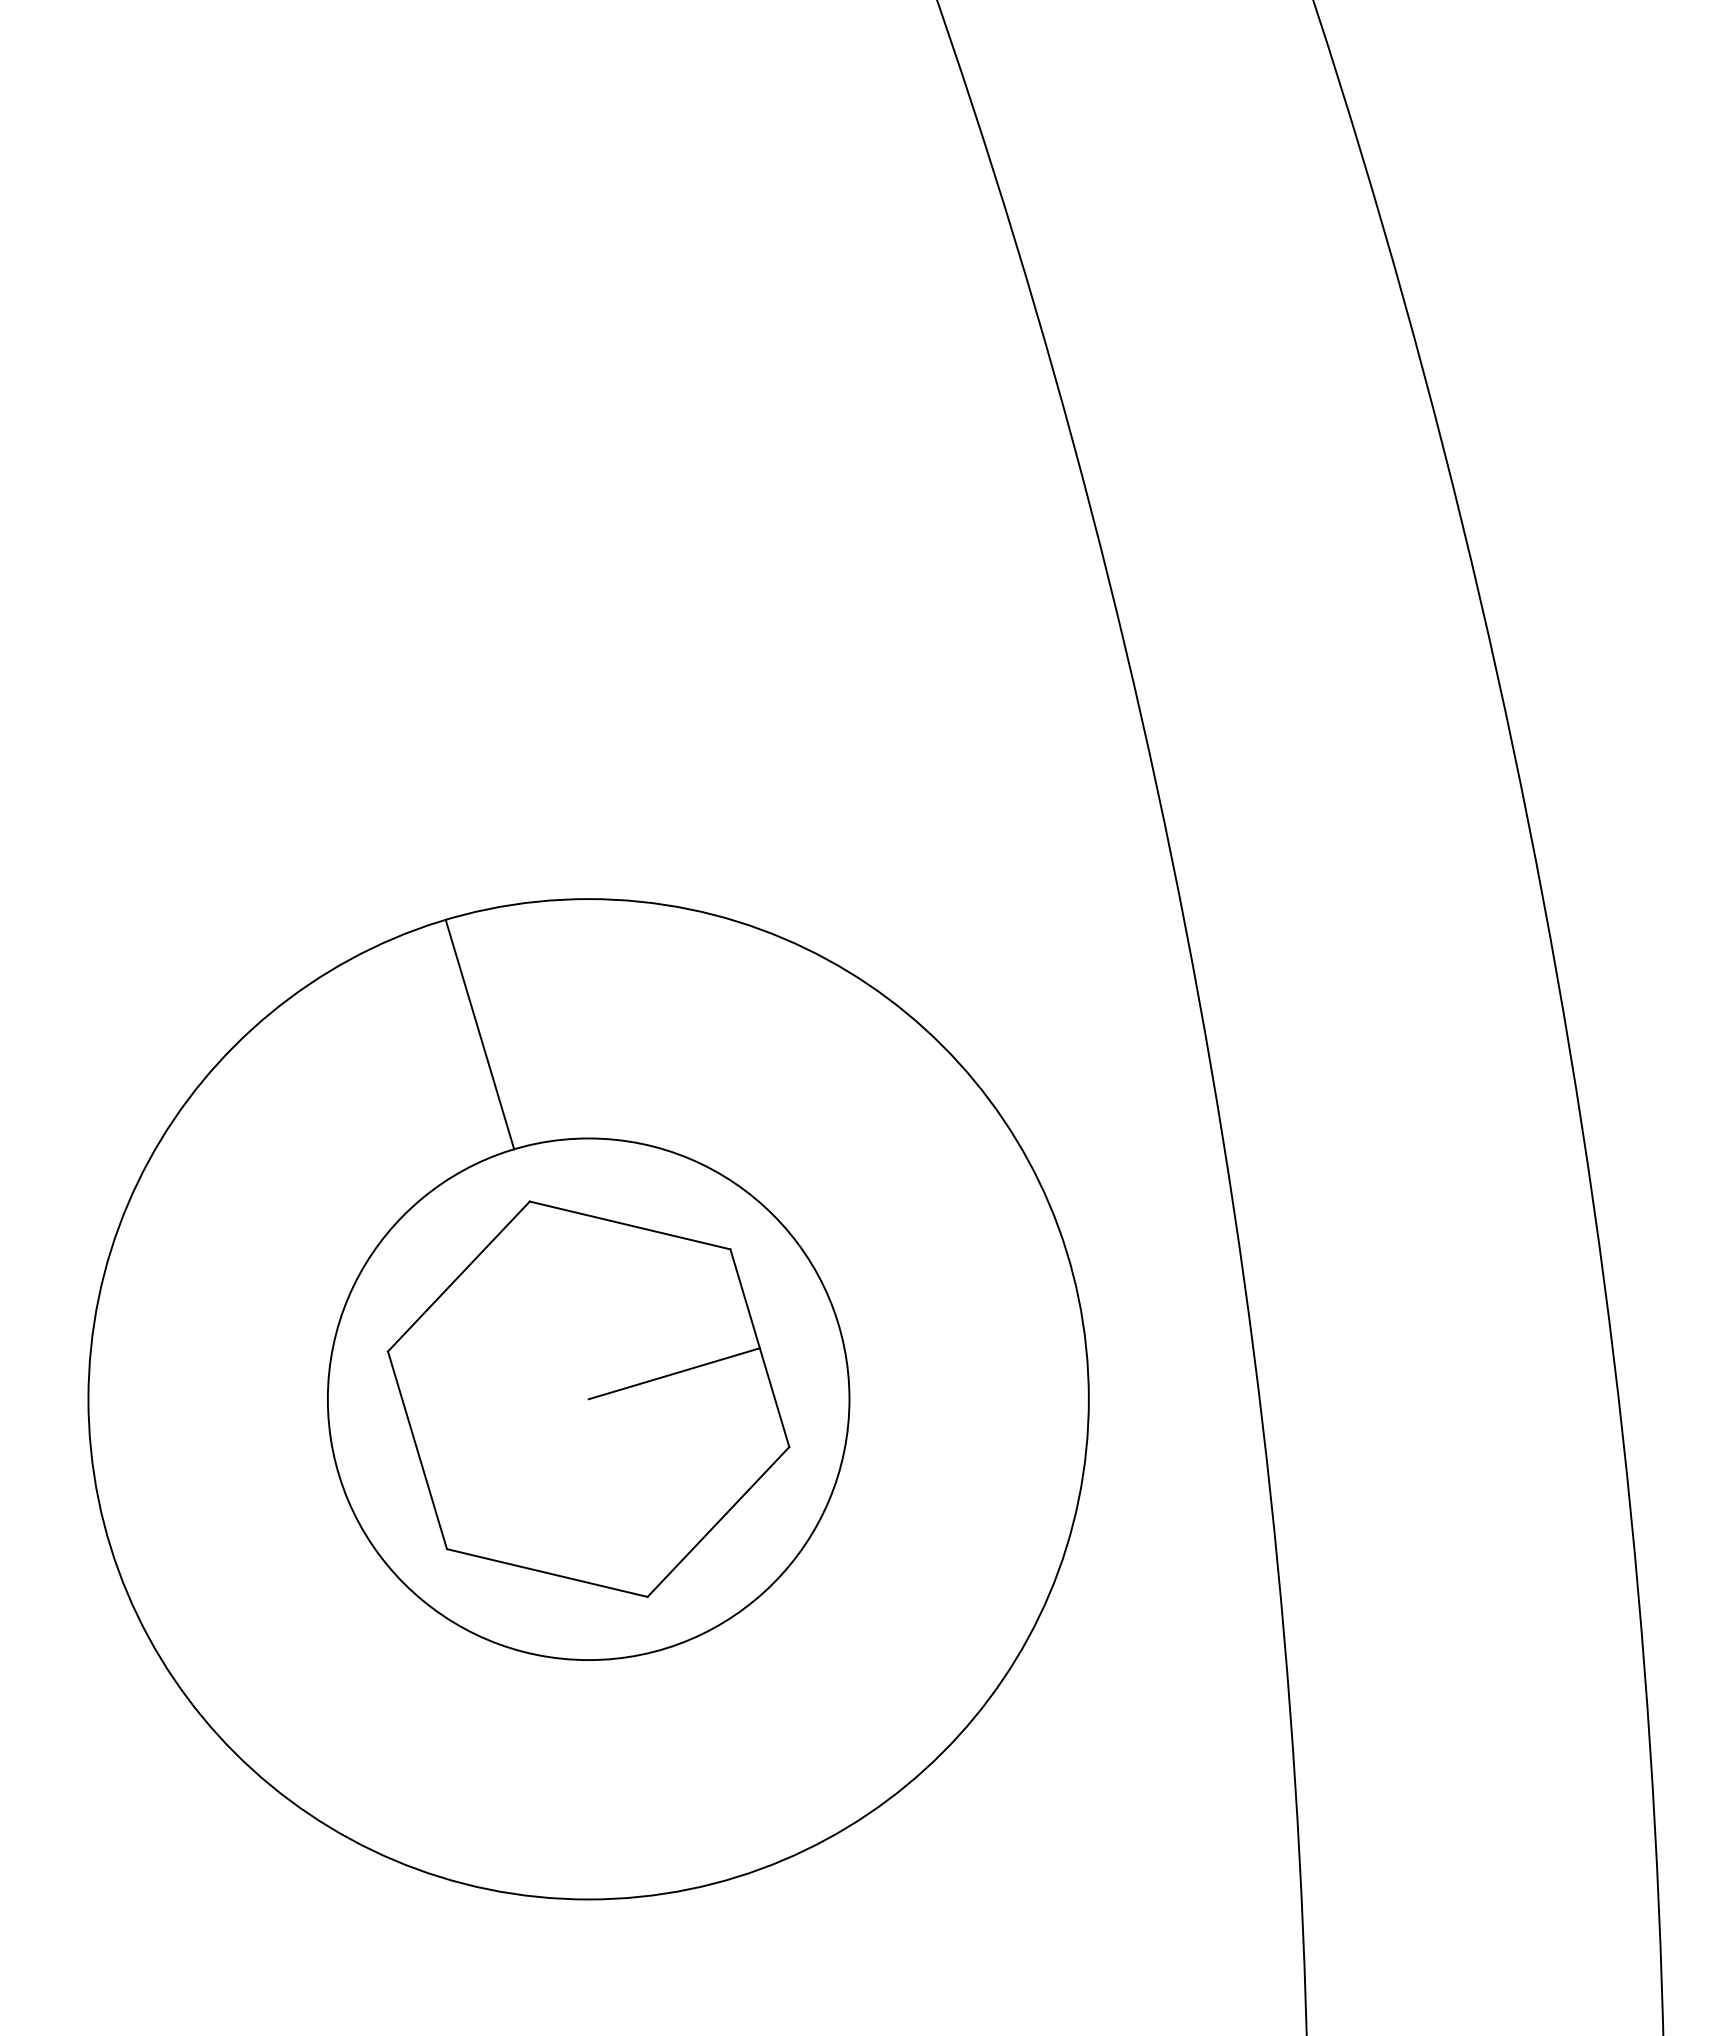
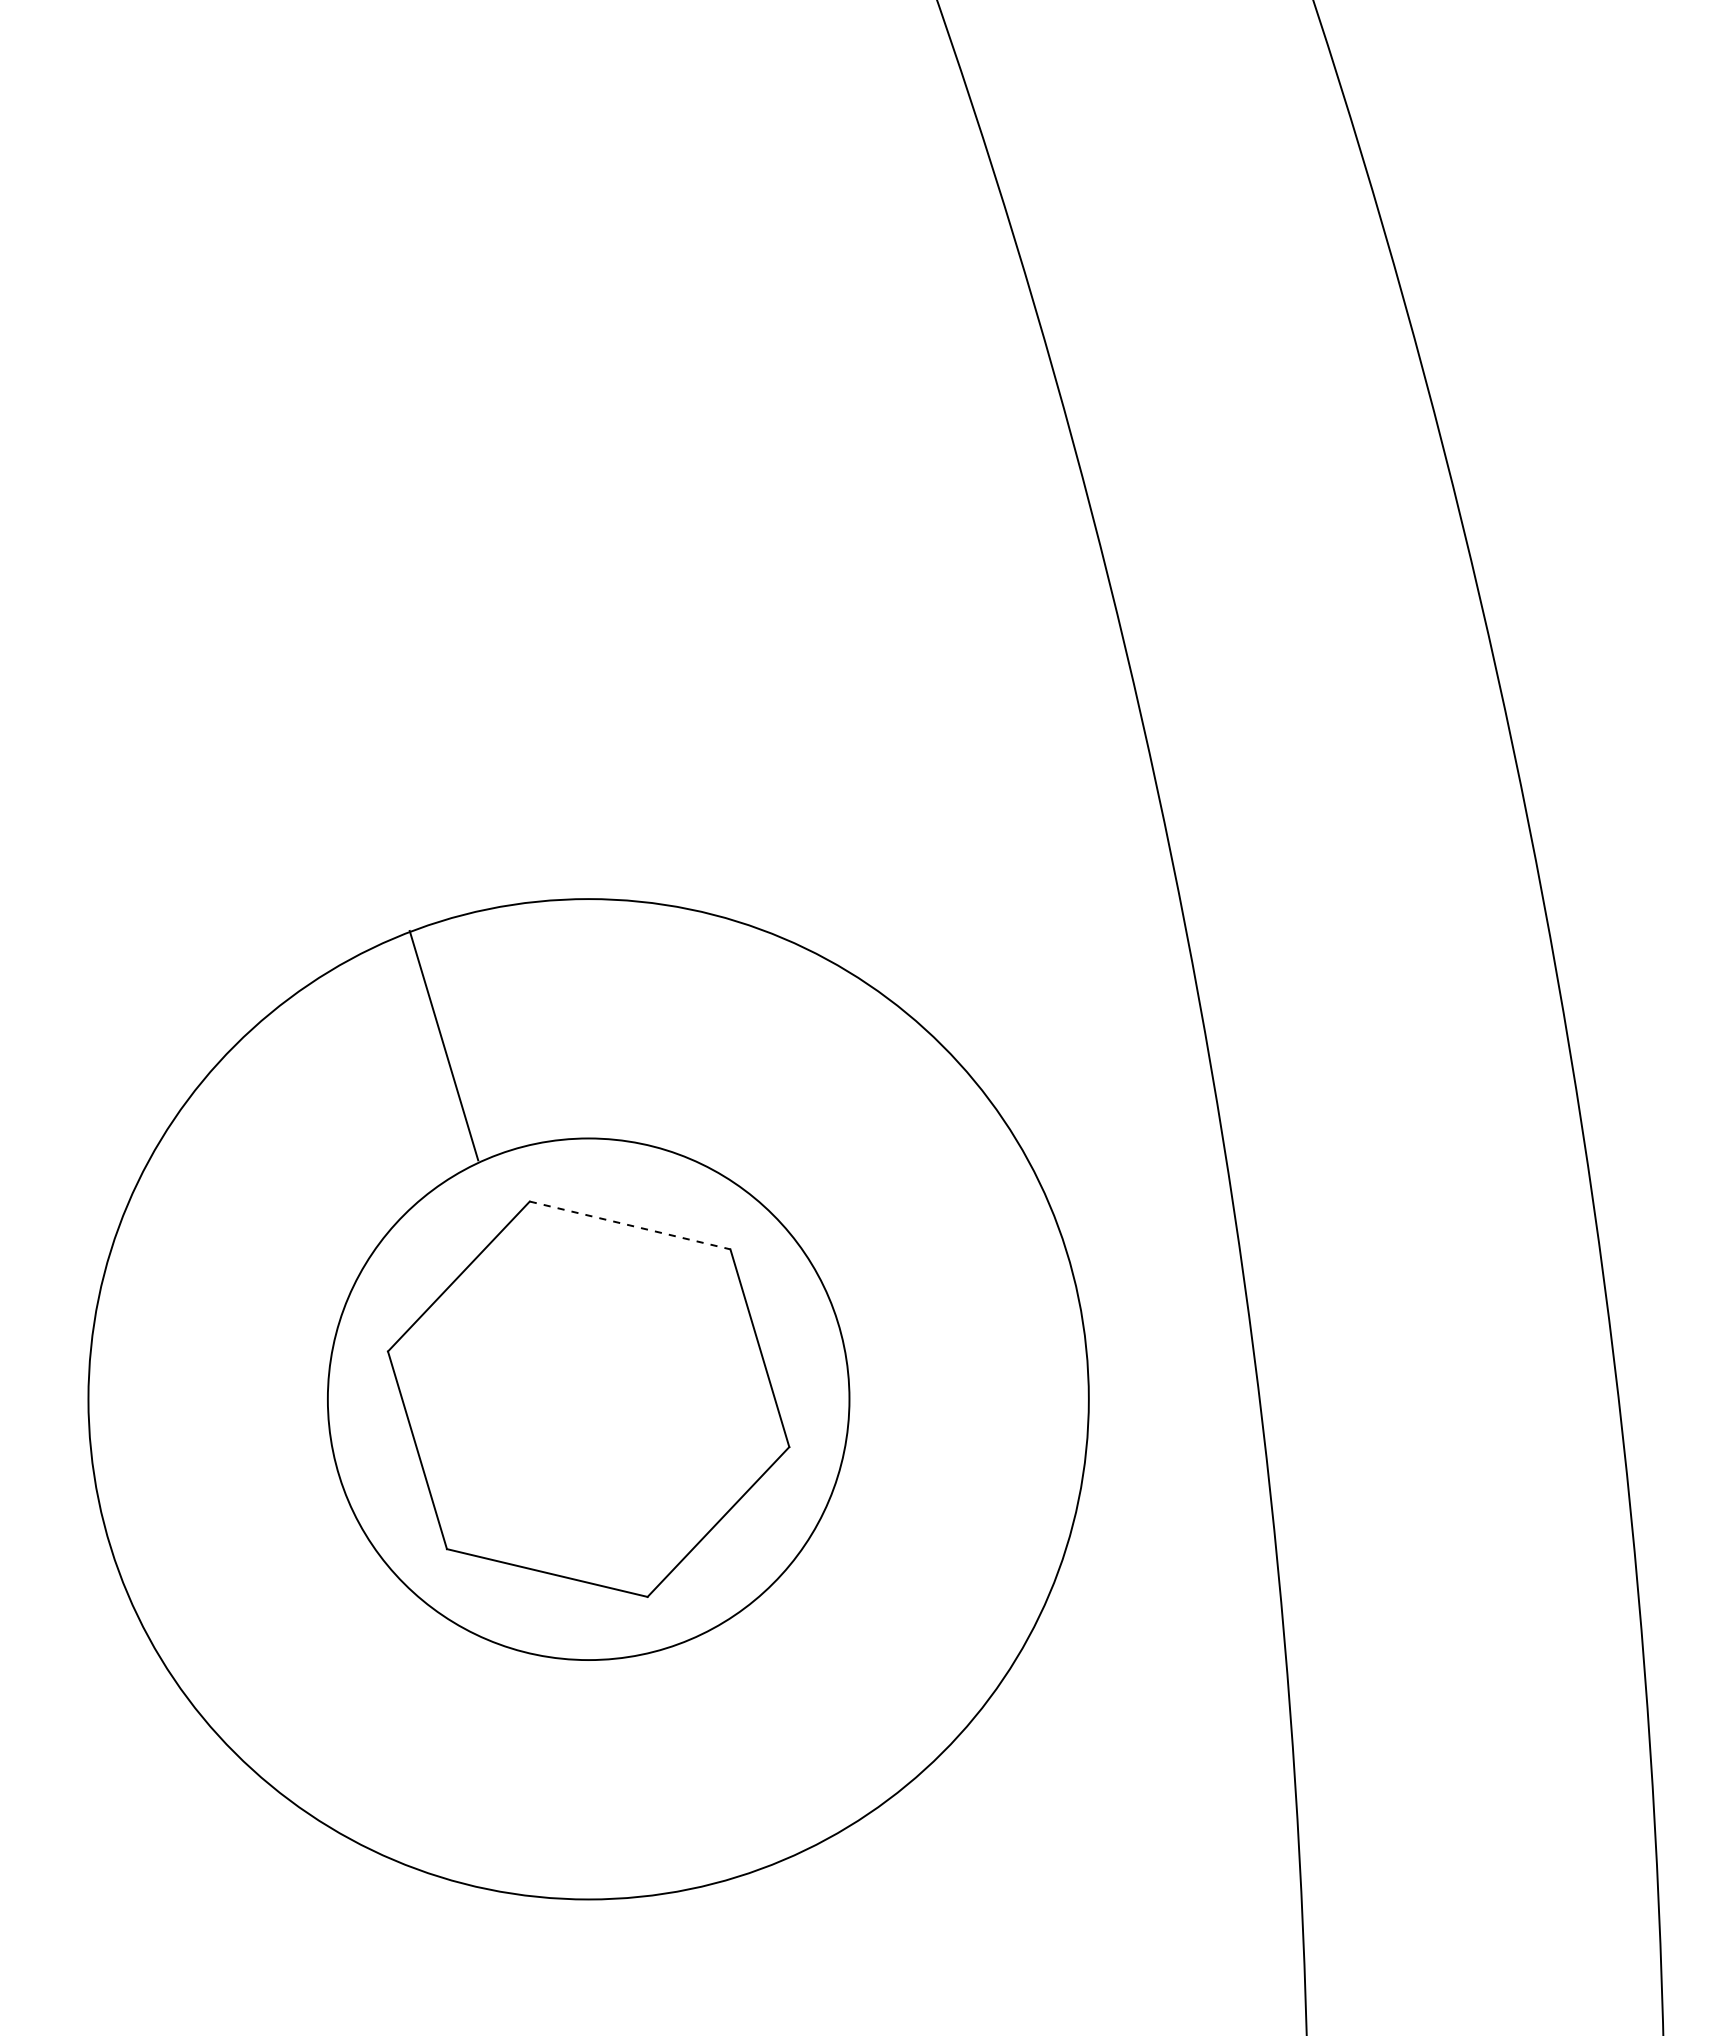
line at (479, 1034) position: (479, 1034) -> (443, 1045)
line at (630, 1225): solid -> dashed
line at (673, 1373): present -> none
